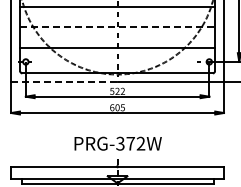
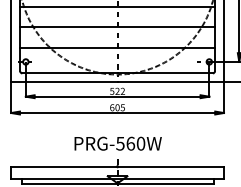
line at (118, 27): dashed -> solid
line at (65, 82): dashed -> solid
text at (130, 143): PRG-372W -> PRG-560W
